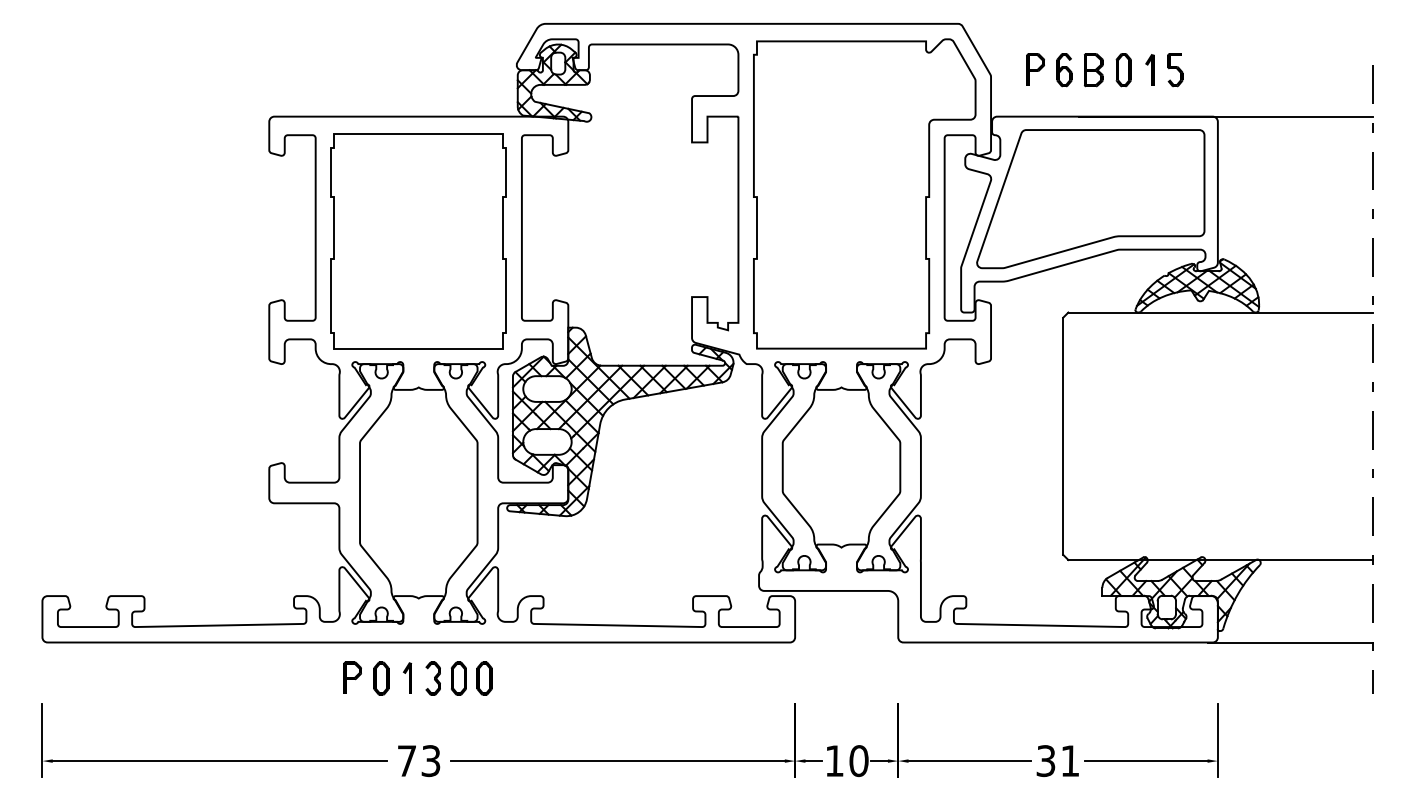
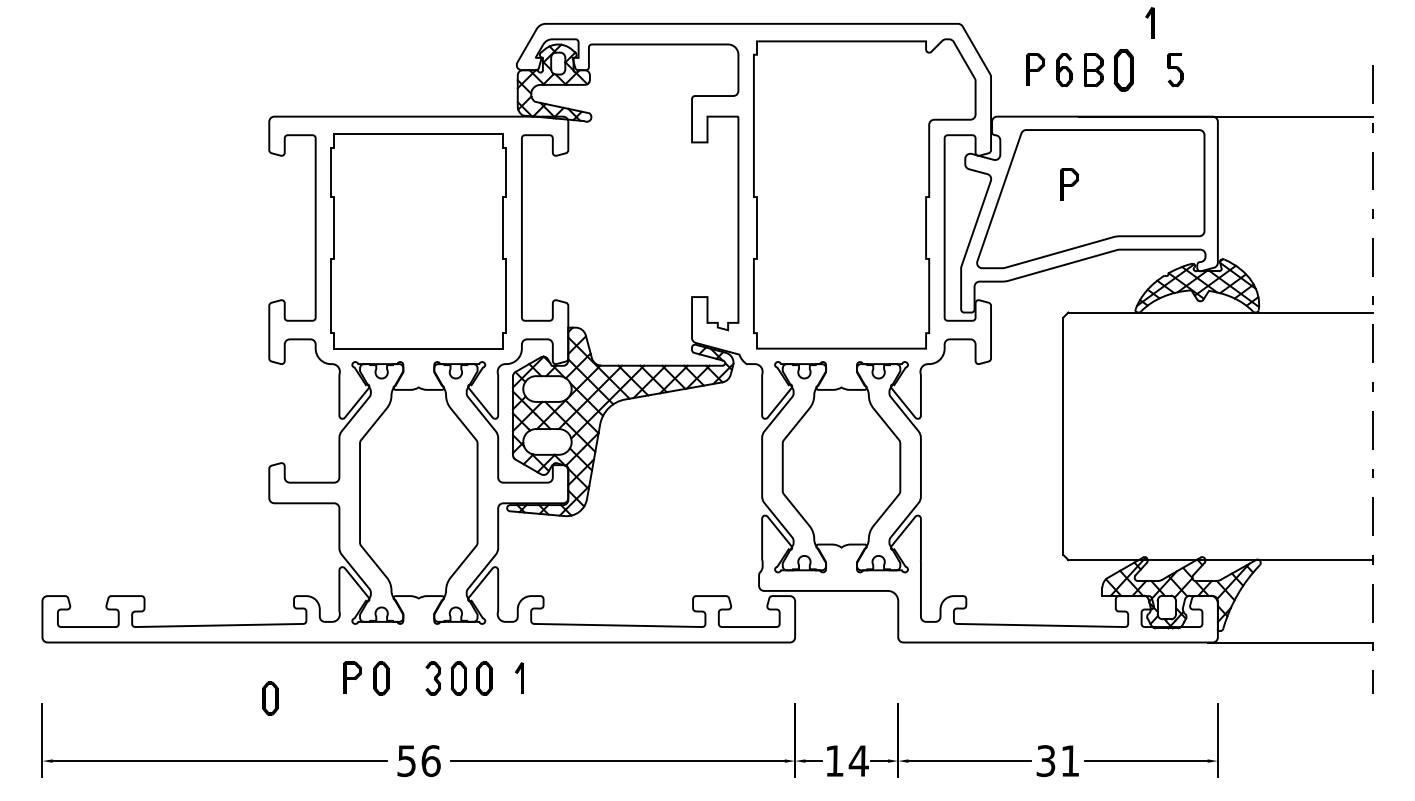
part at (1149, 69) position: (1149, 69) -> (1149, 22)
part at (1123, 70) size: 17x35 px -> 21x44 px
part at (1069, 184): none -> present
part at (407, 677) position: (407, 677) -> (519, 677)
part at (270, 698): none -> present
text at (418, 761): 73 -> 56
text at (858, 761): 10 -> 14
